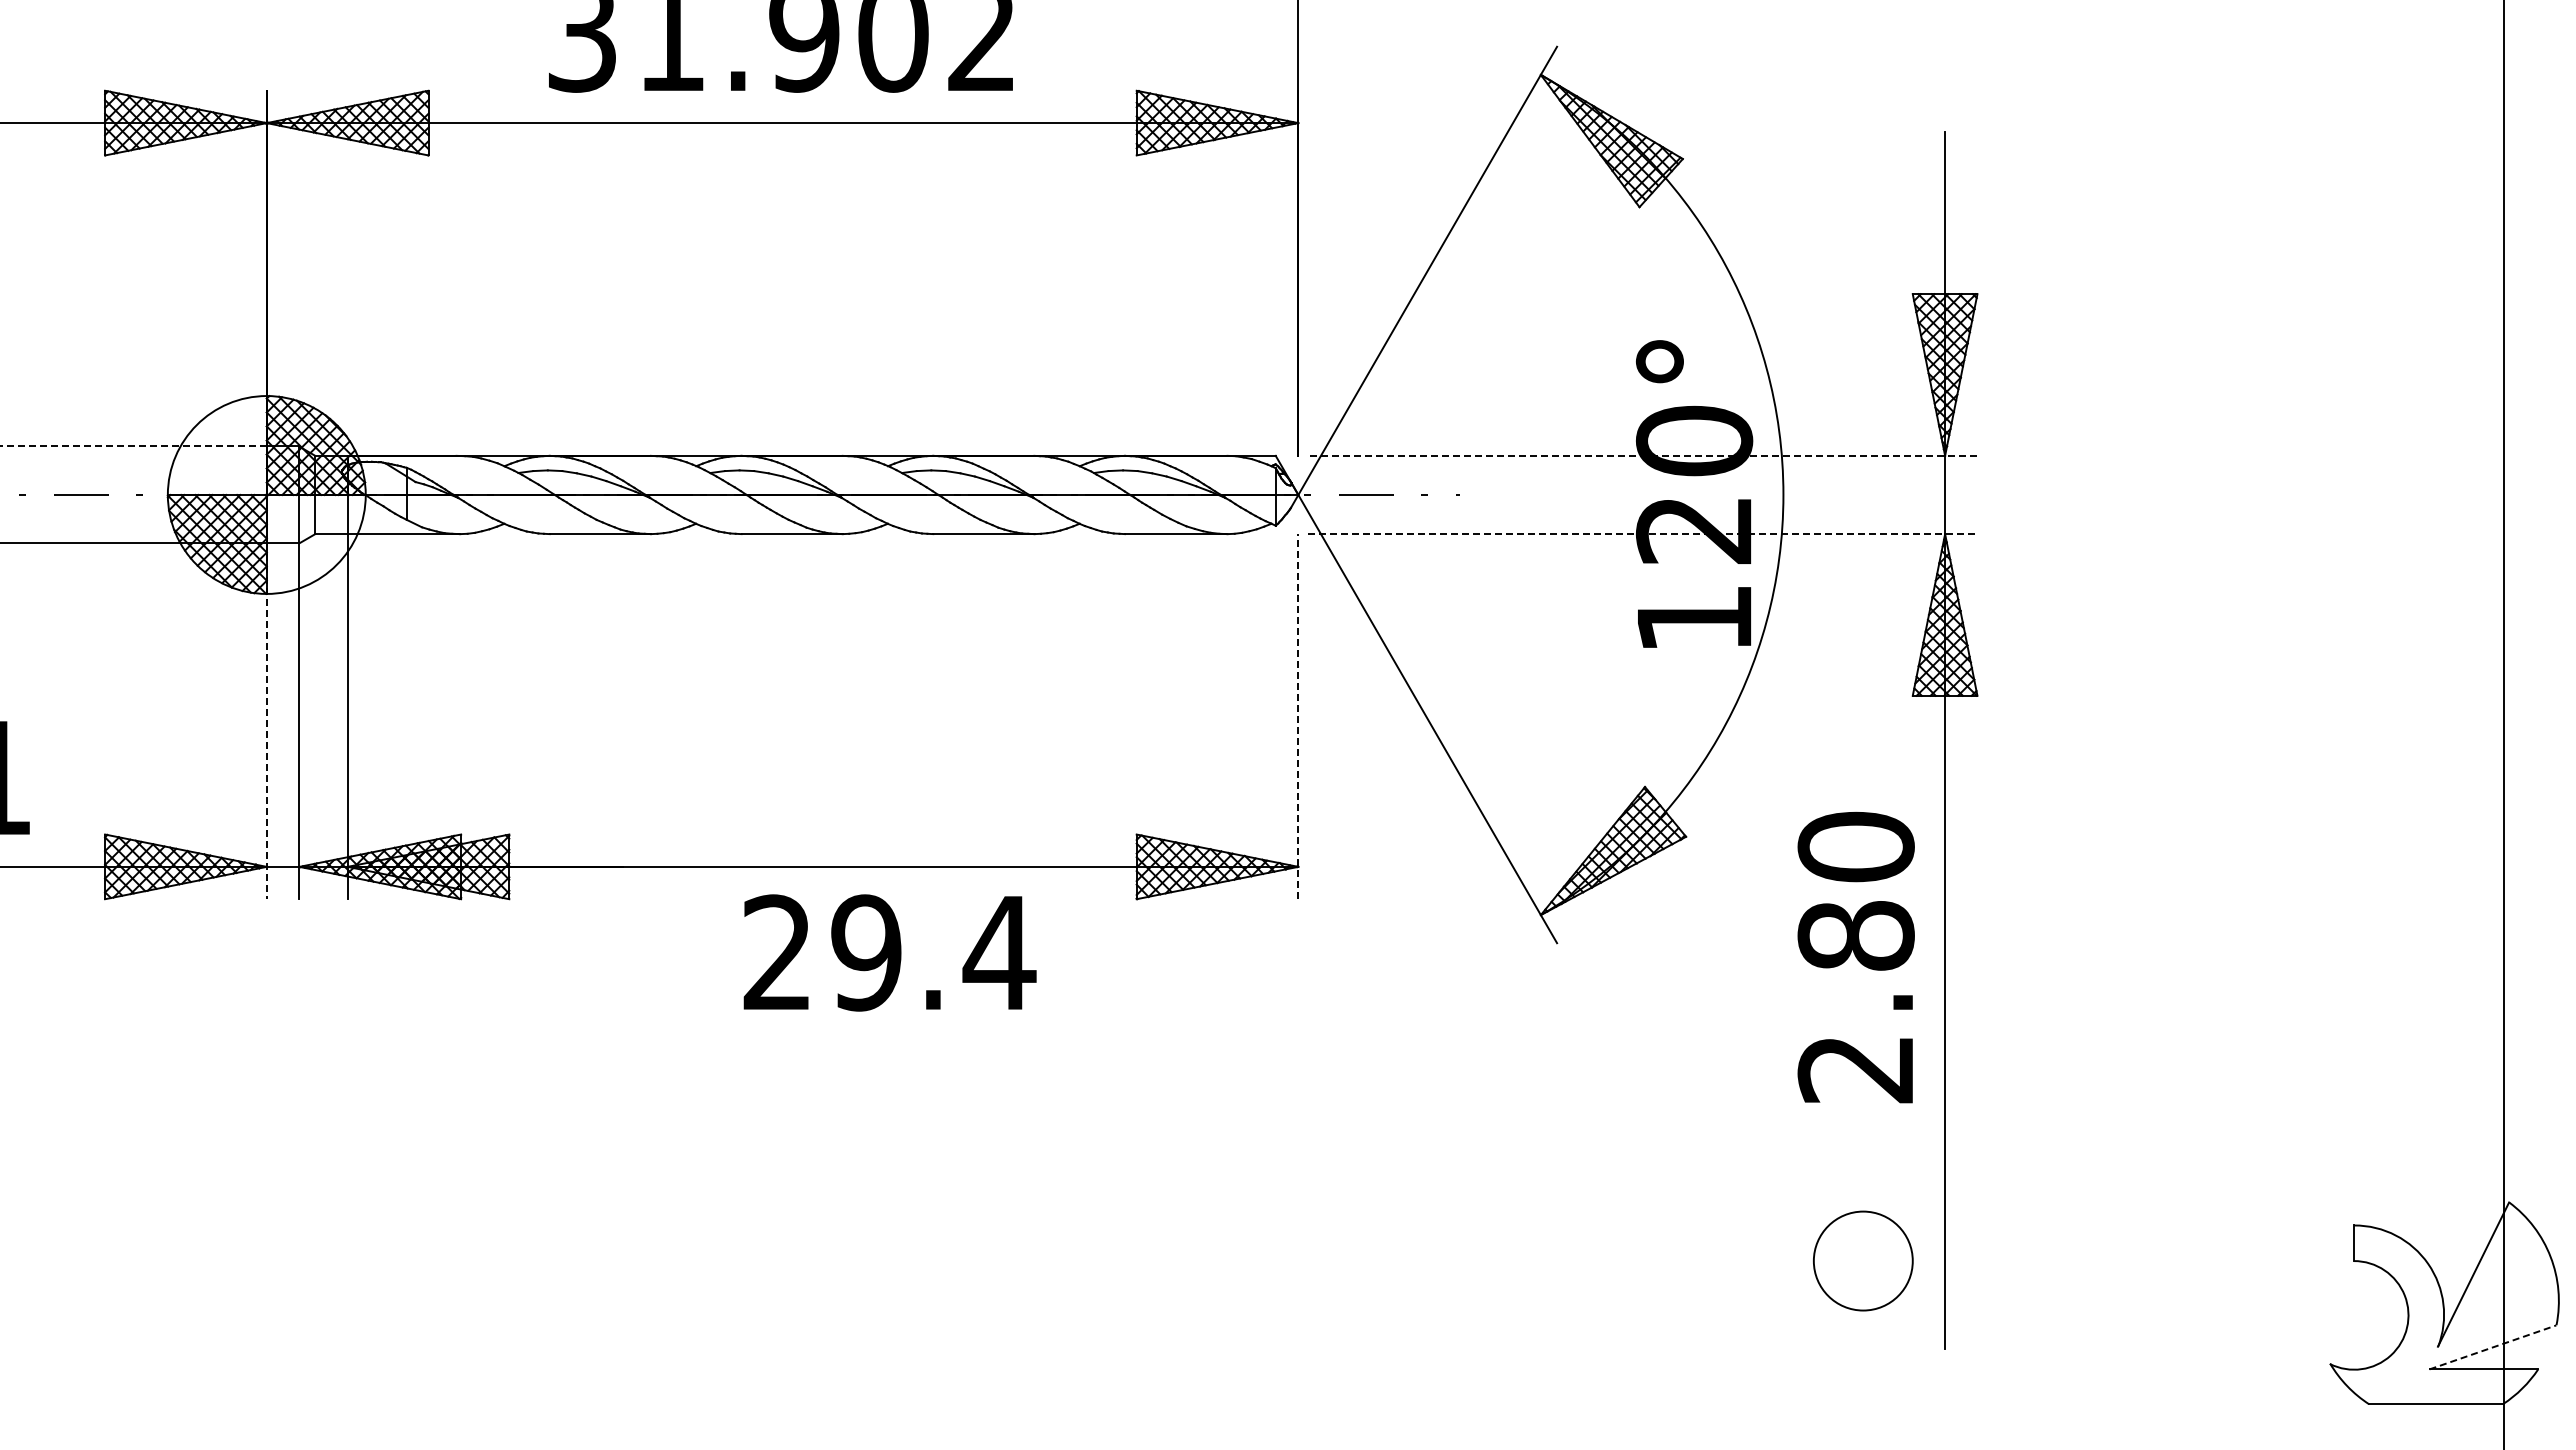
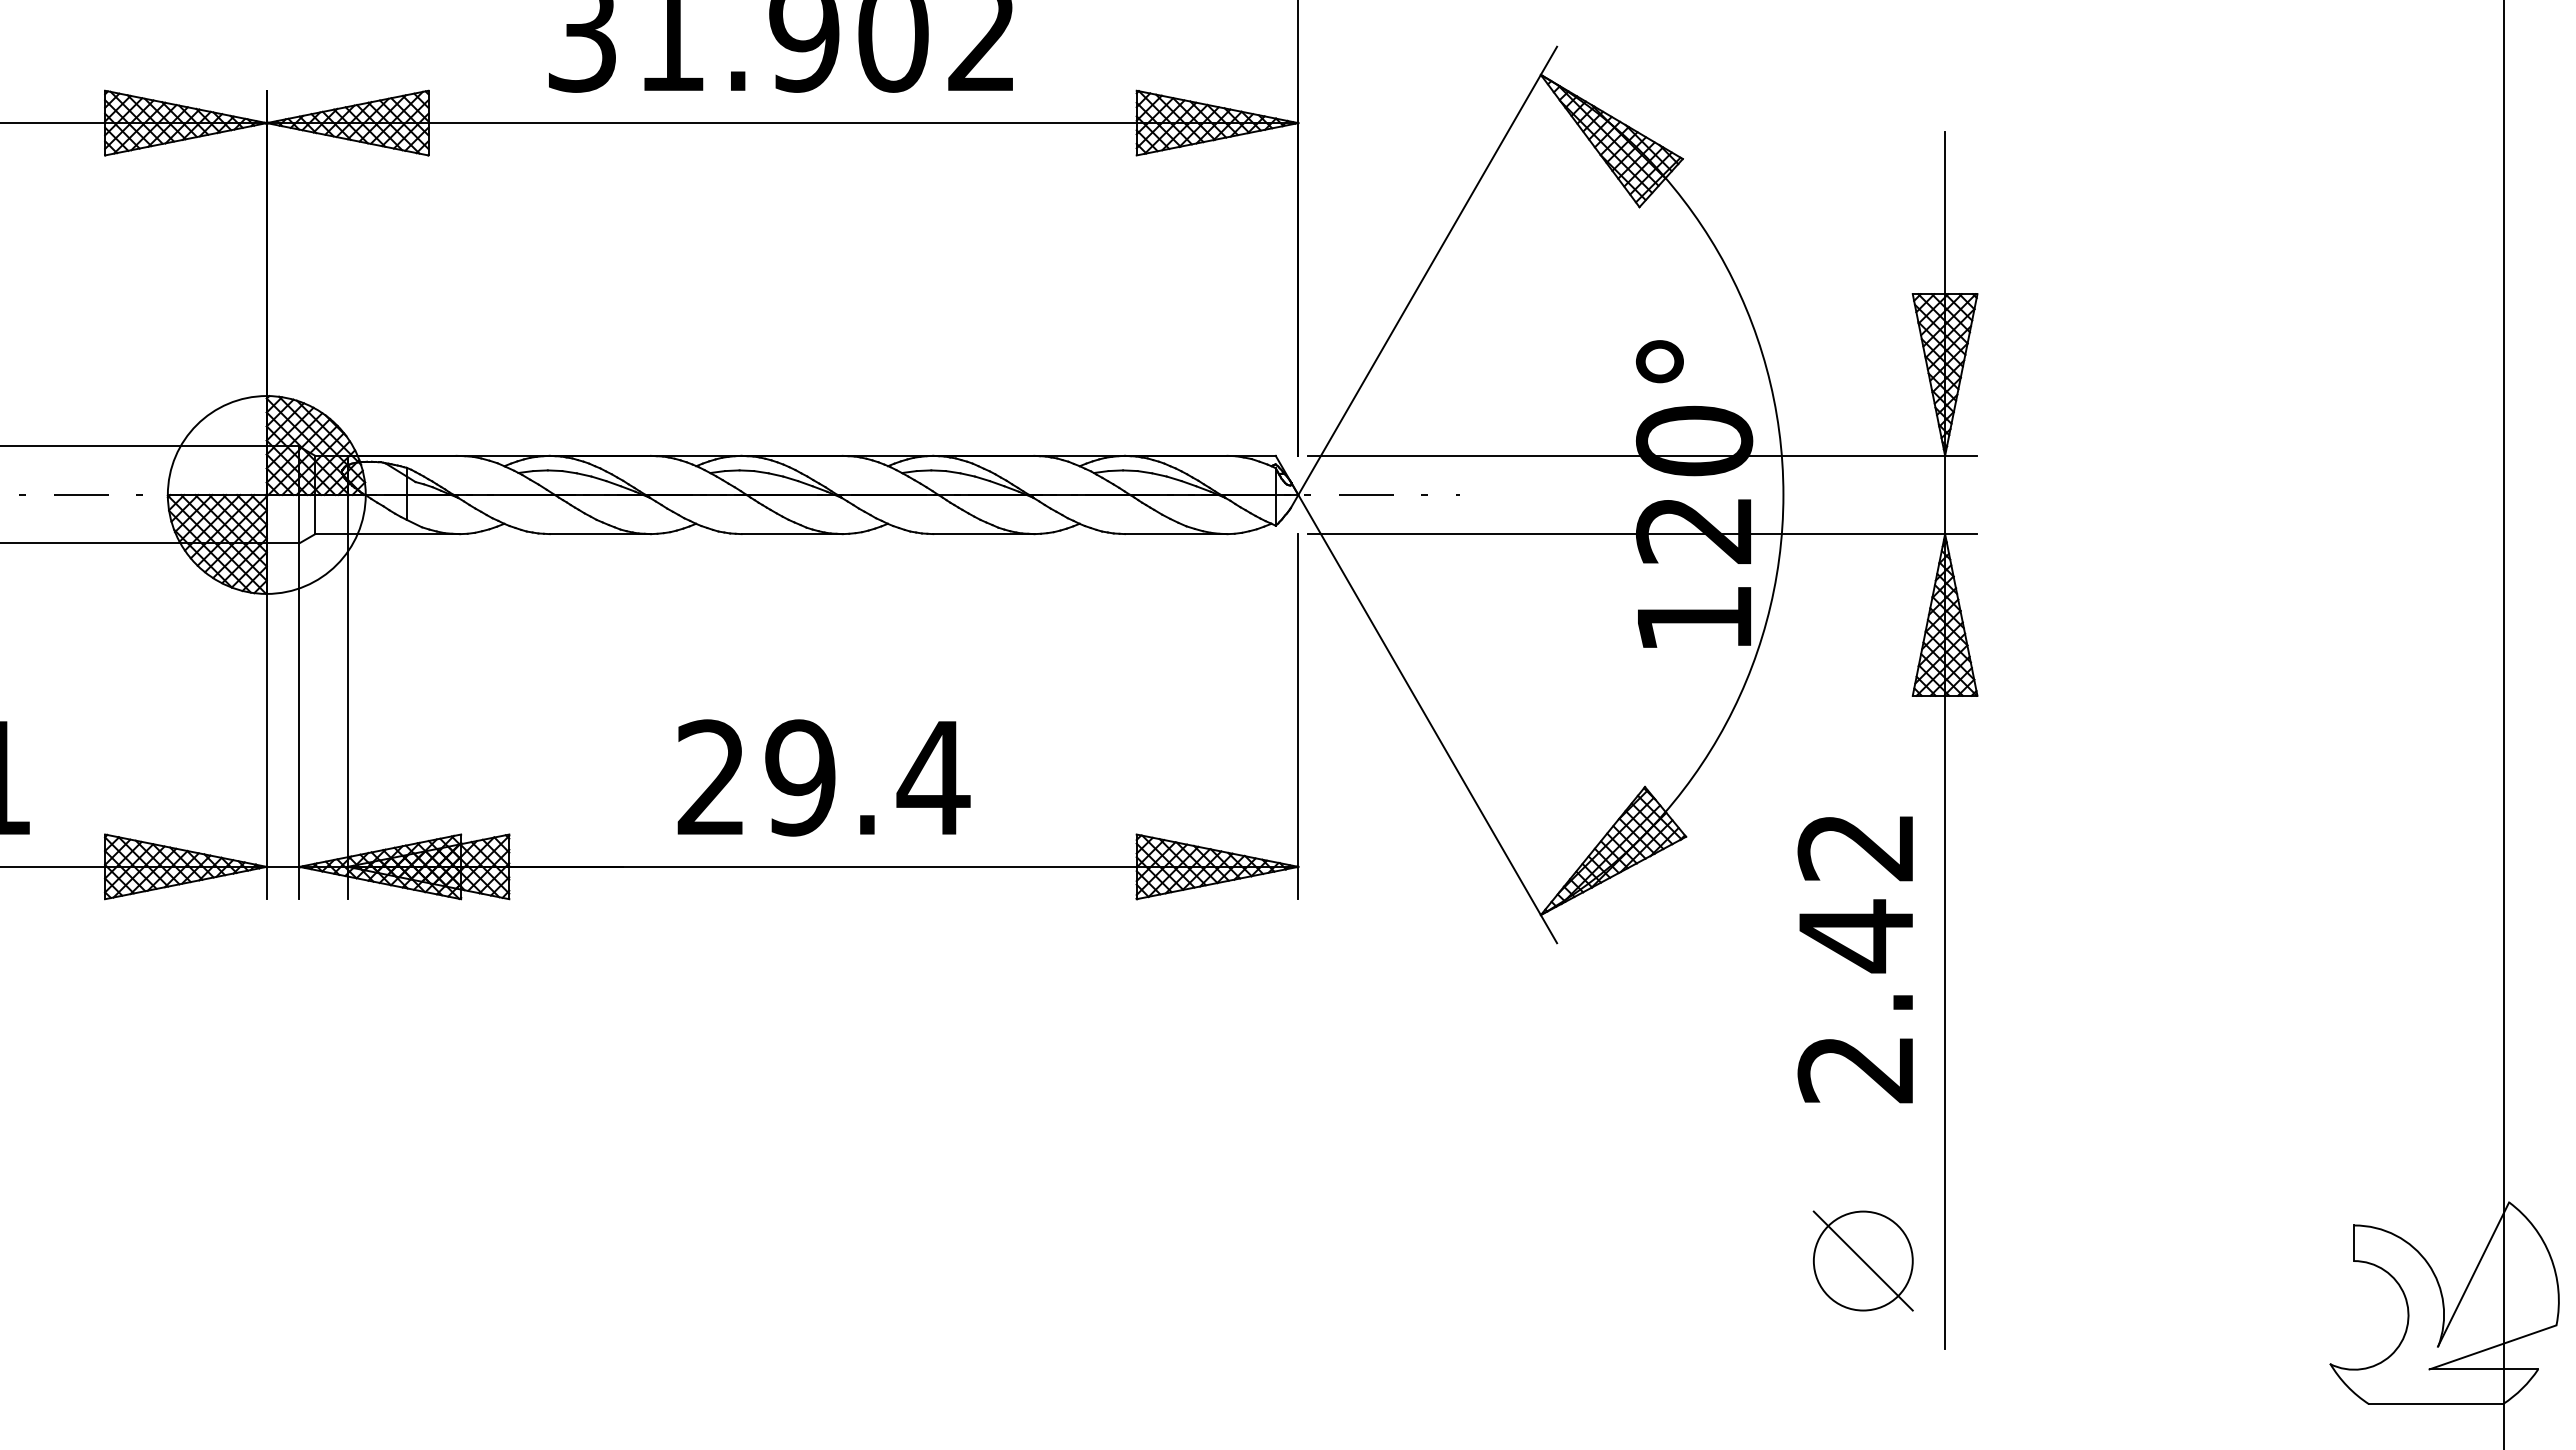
line at (132, 446): dashed -> solid
line at (1642, 455): dashed -> solid
line at (1642, 534): dashed -> solid
line at (1298, 716): dashed -> solid
line at (266, 721): dashed -> solid
text at (1855, 892): 2.80 -> 2.42
text at (889, 952) position: (889, 952) -> (823, 777)
line at (1862, 1260): none -> present
line at (2493, 1347): dashed -> solid
